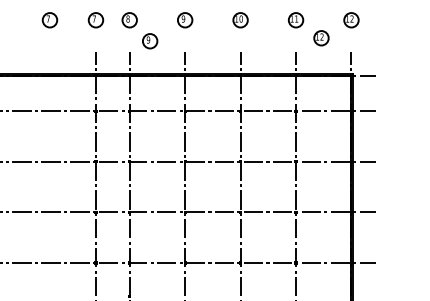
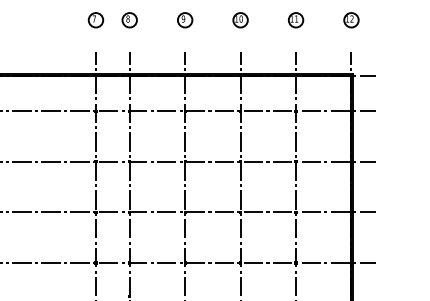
part at (49, 20): present -> none
part at (321, 38): present -> none
part at (150, 41): present -> none
